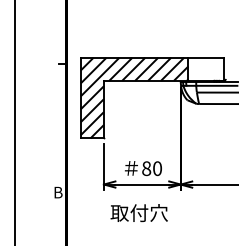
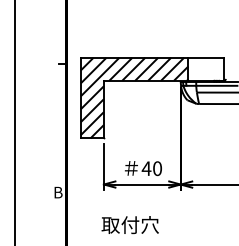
text at (146, 168): 80 -> 40
text at (138, 213) position: (138, 213) -> (129, 225)
